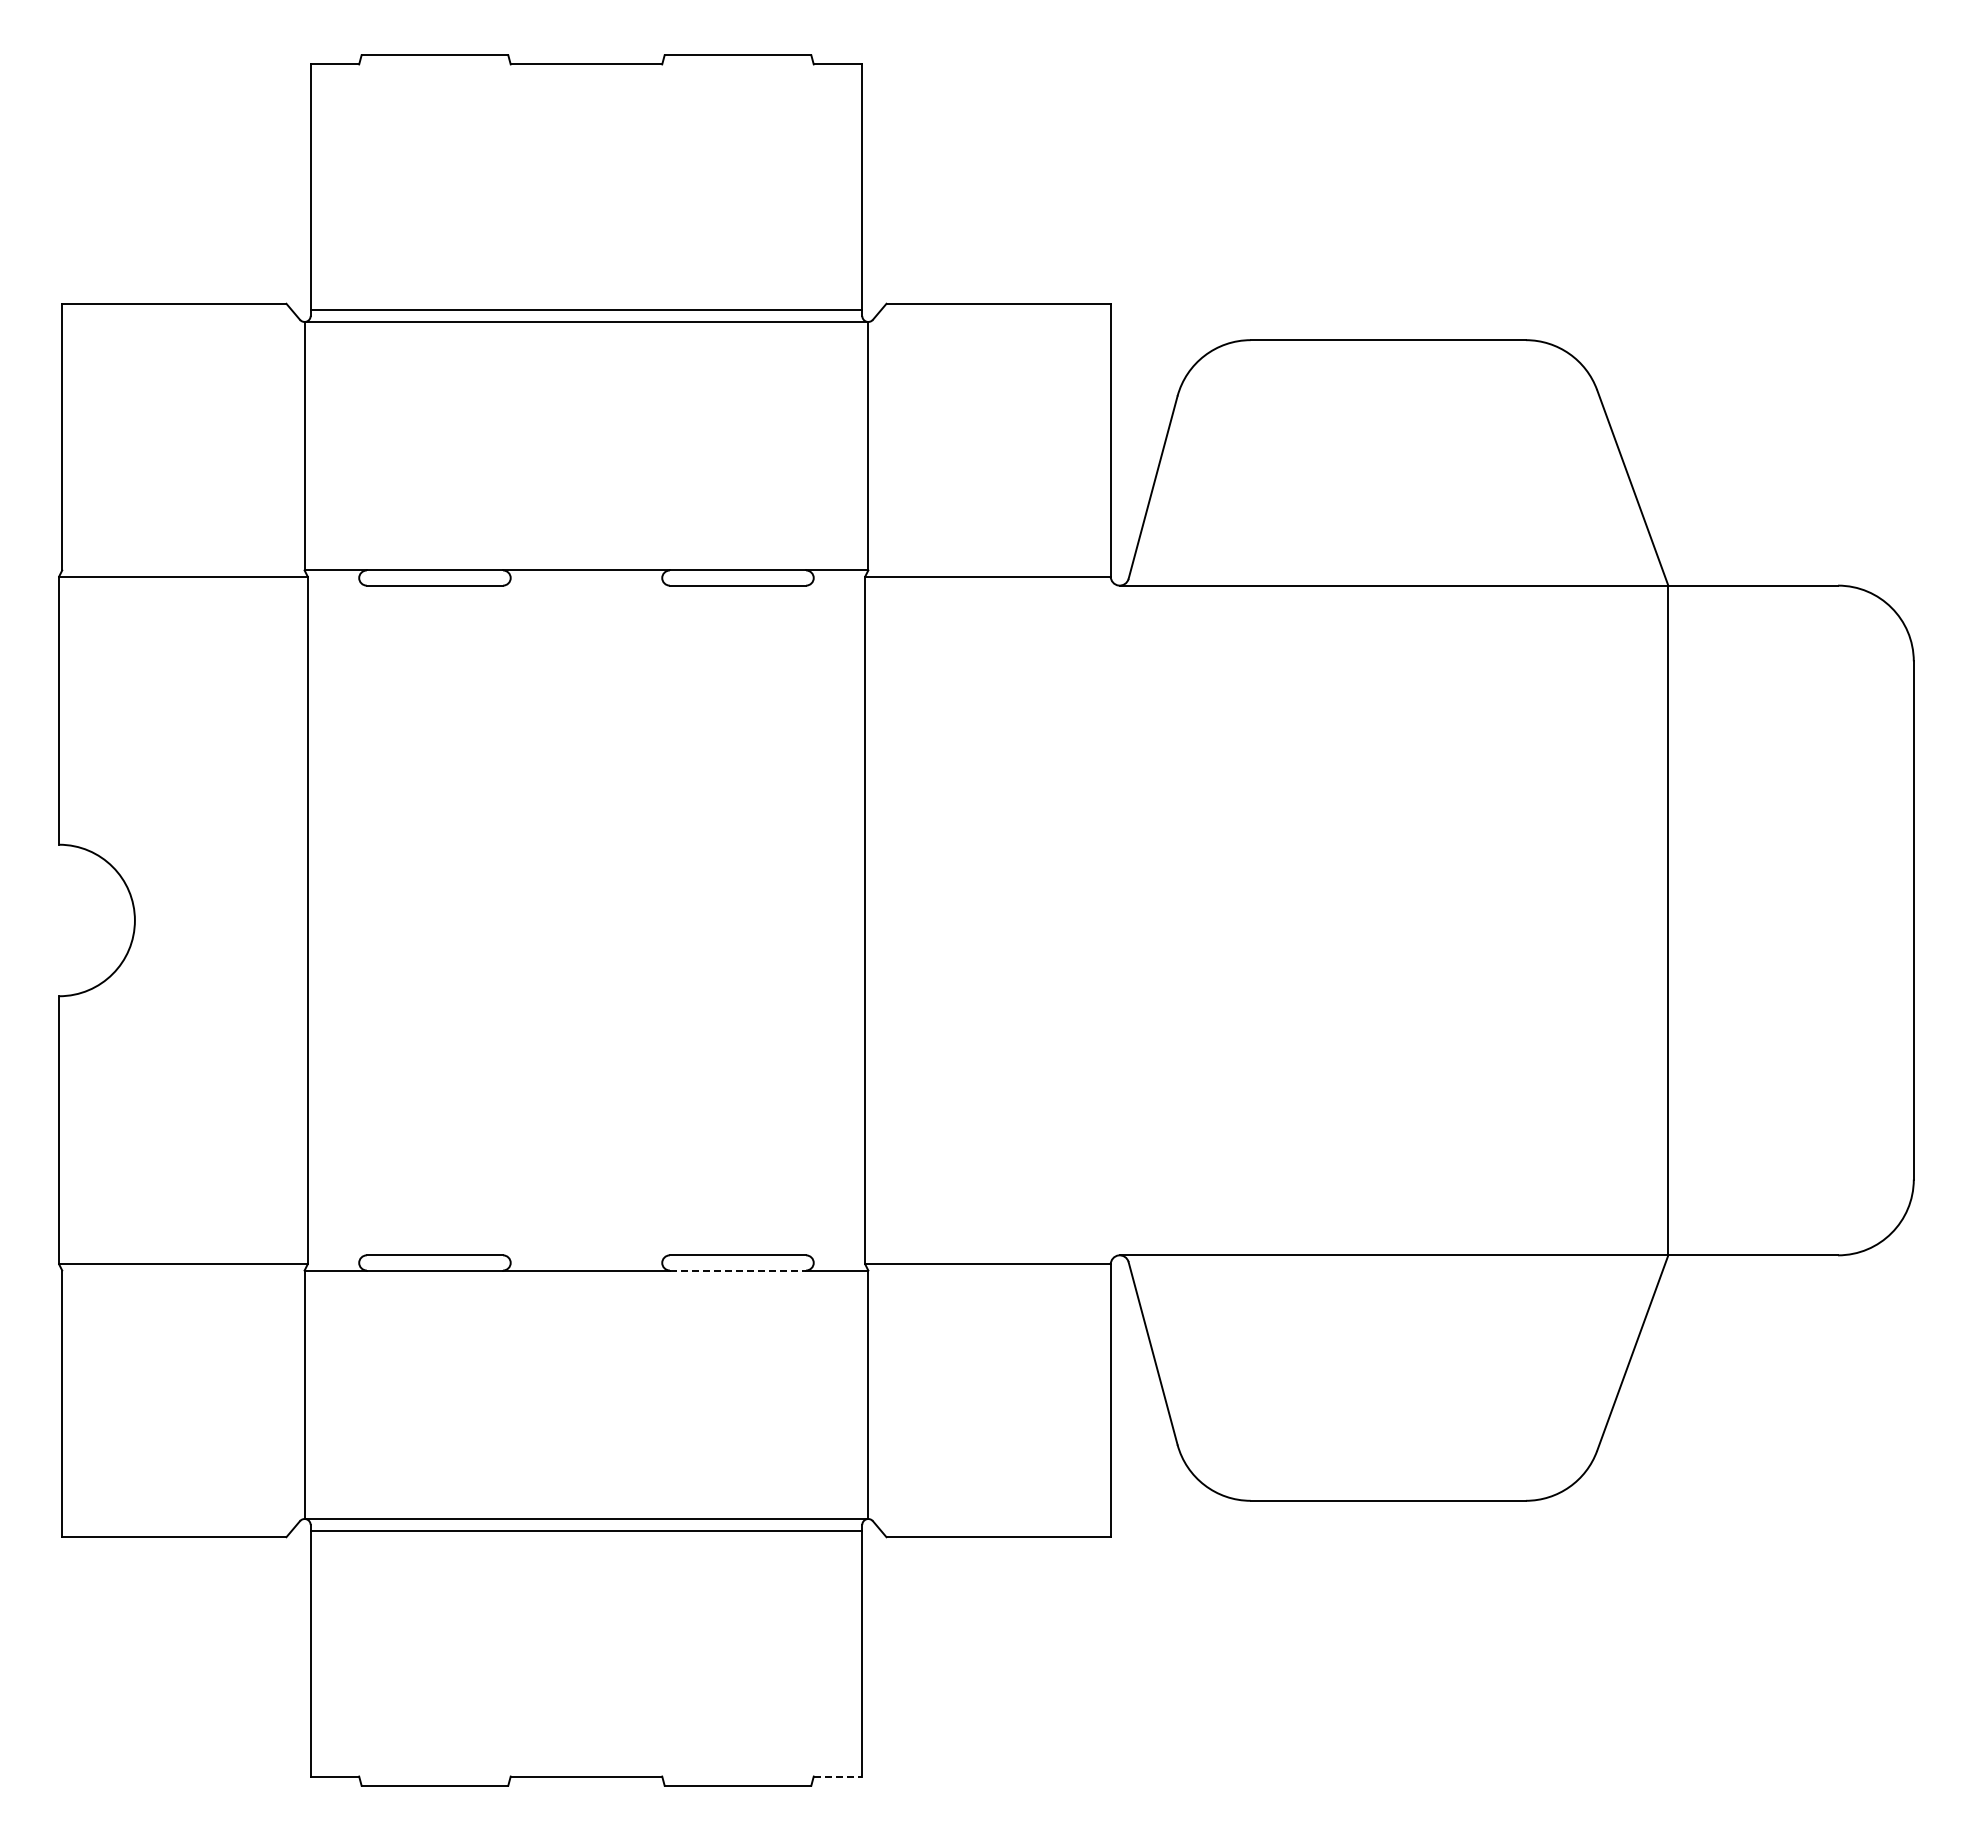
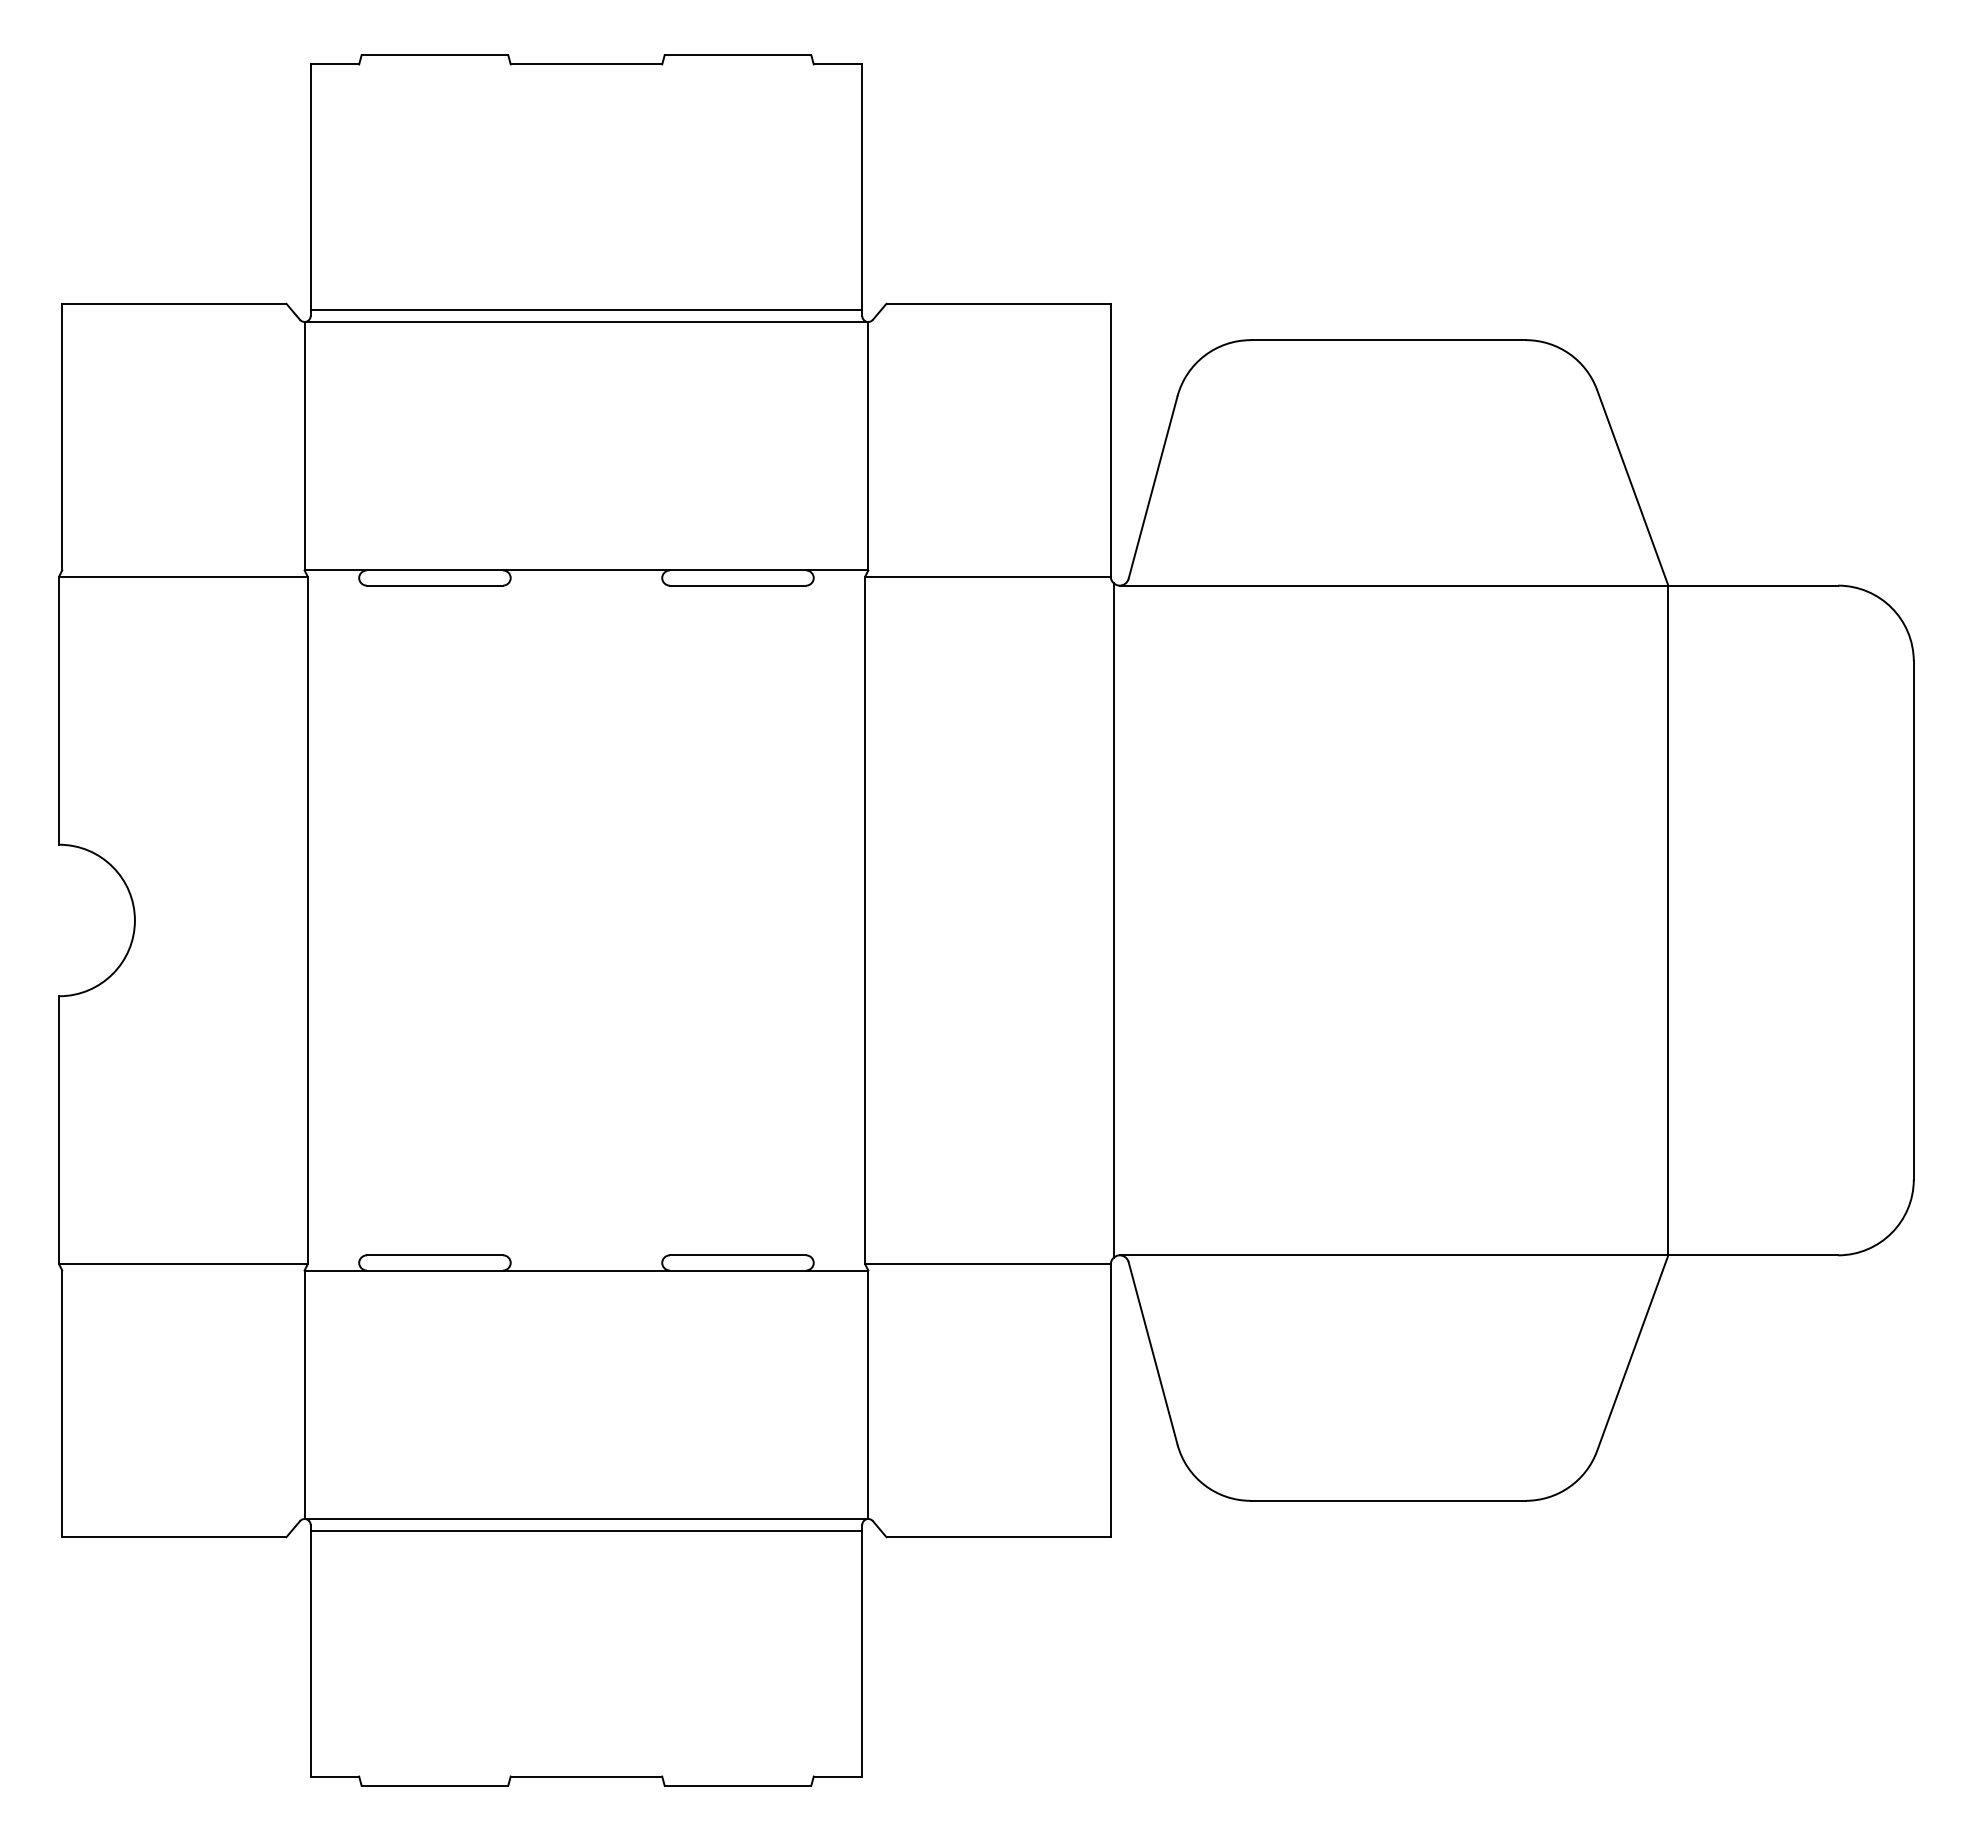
line at (1113, 920): none -> present
line at (738, 1270): dashed -> solid
line at (838, 1776): dashed -> solid
